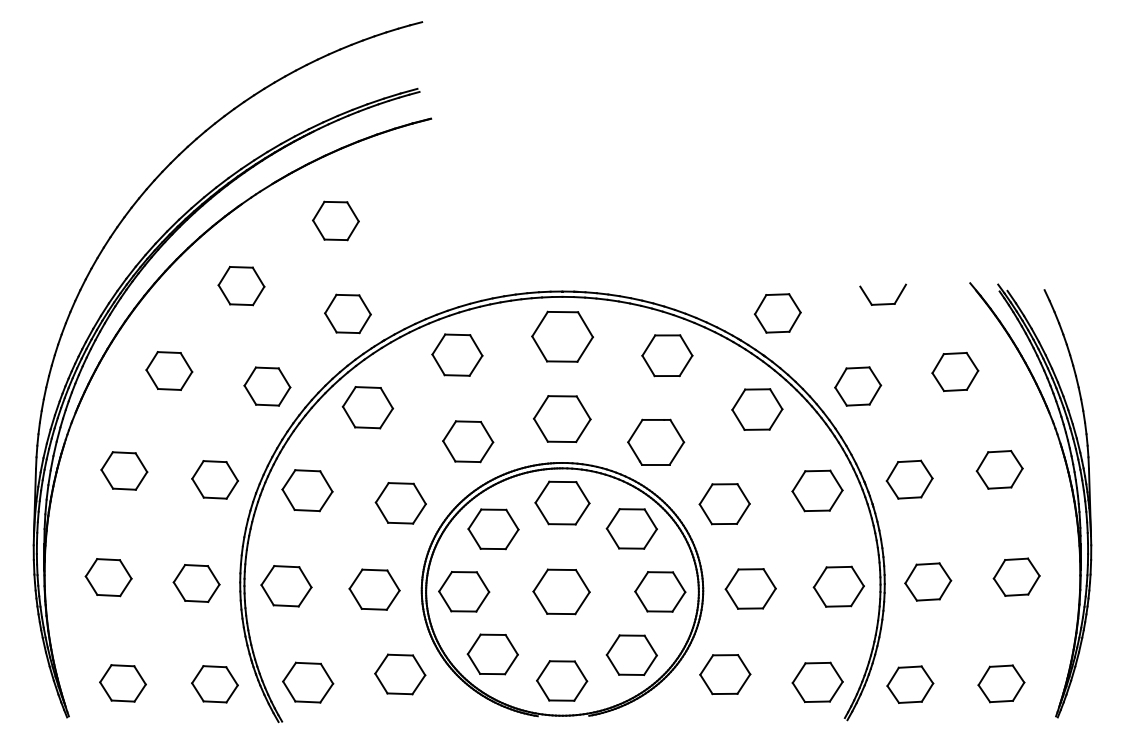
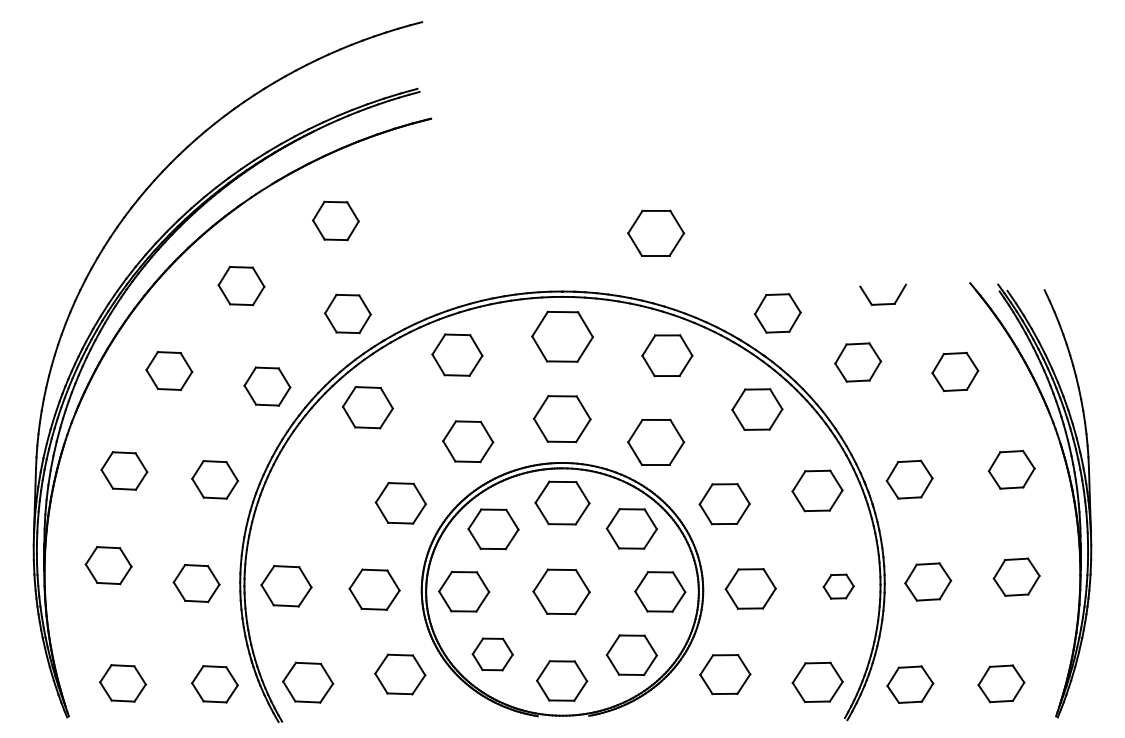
part at (656, 232): none -> present
part at (858, 386) position: (858, 386) -> (858, 362)
part at (999, 469) position: (999, 469) -> (1011, 469)
part at (307, 490): present -> none
part at (108, 577) position: (108, 577) -> (108, 565)
part at (838, 586) size: 53x43 px -> 33x27 px
part at (492, 654) size: 53x43 px -> 43x35 px
